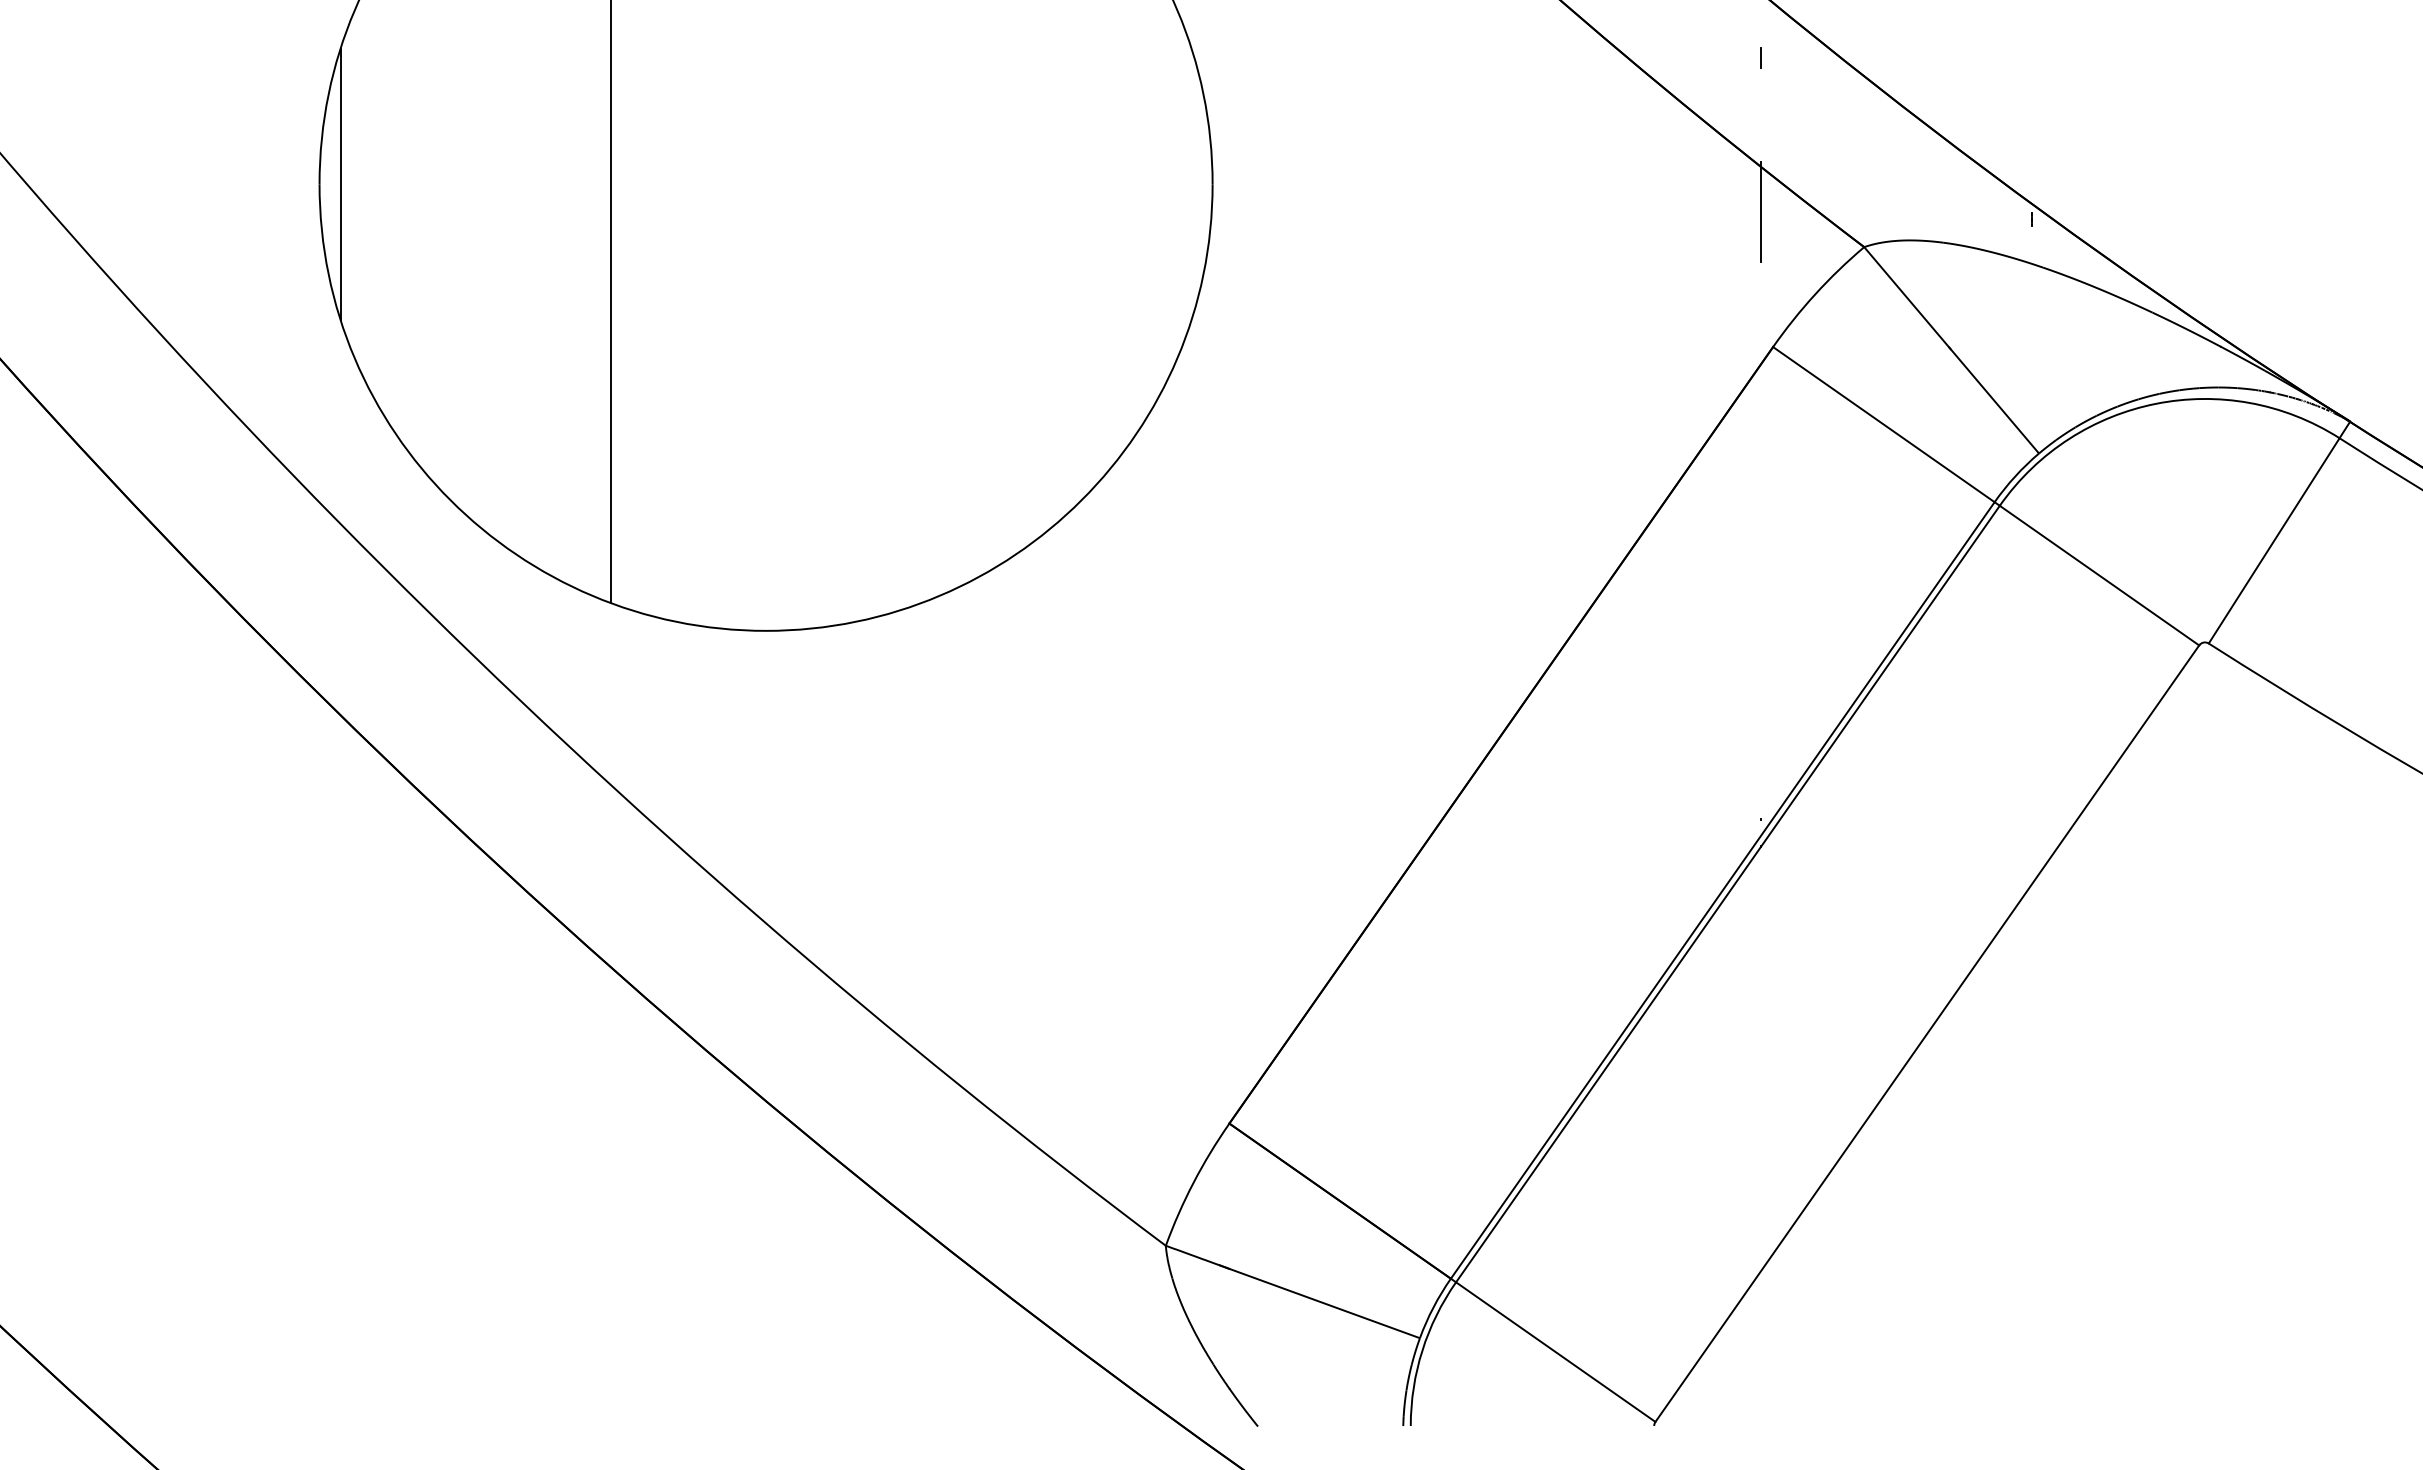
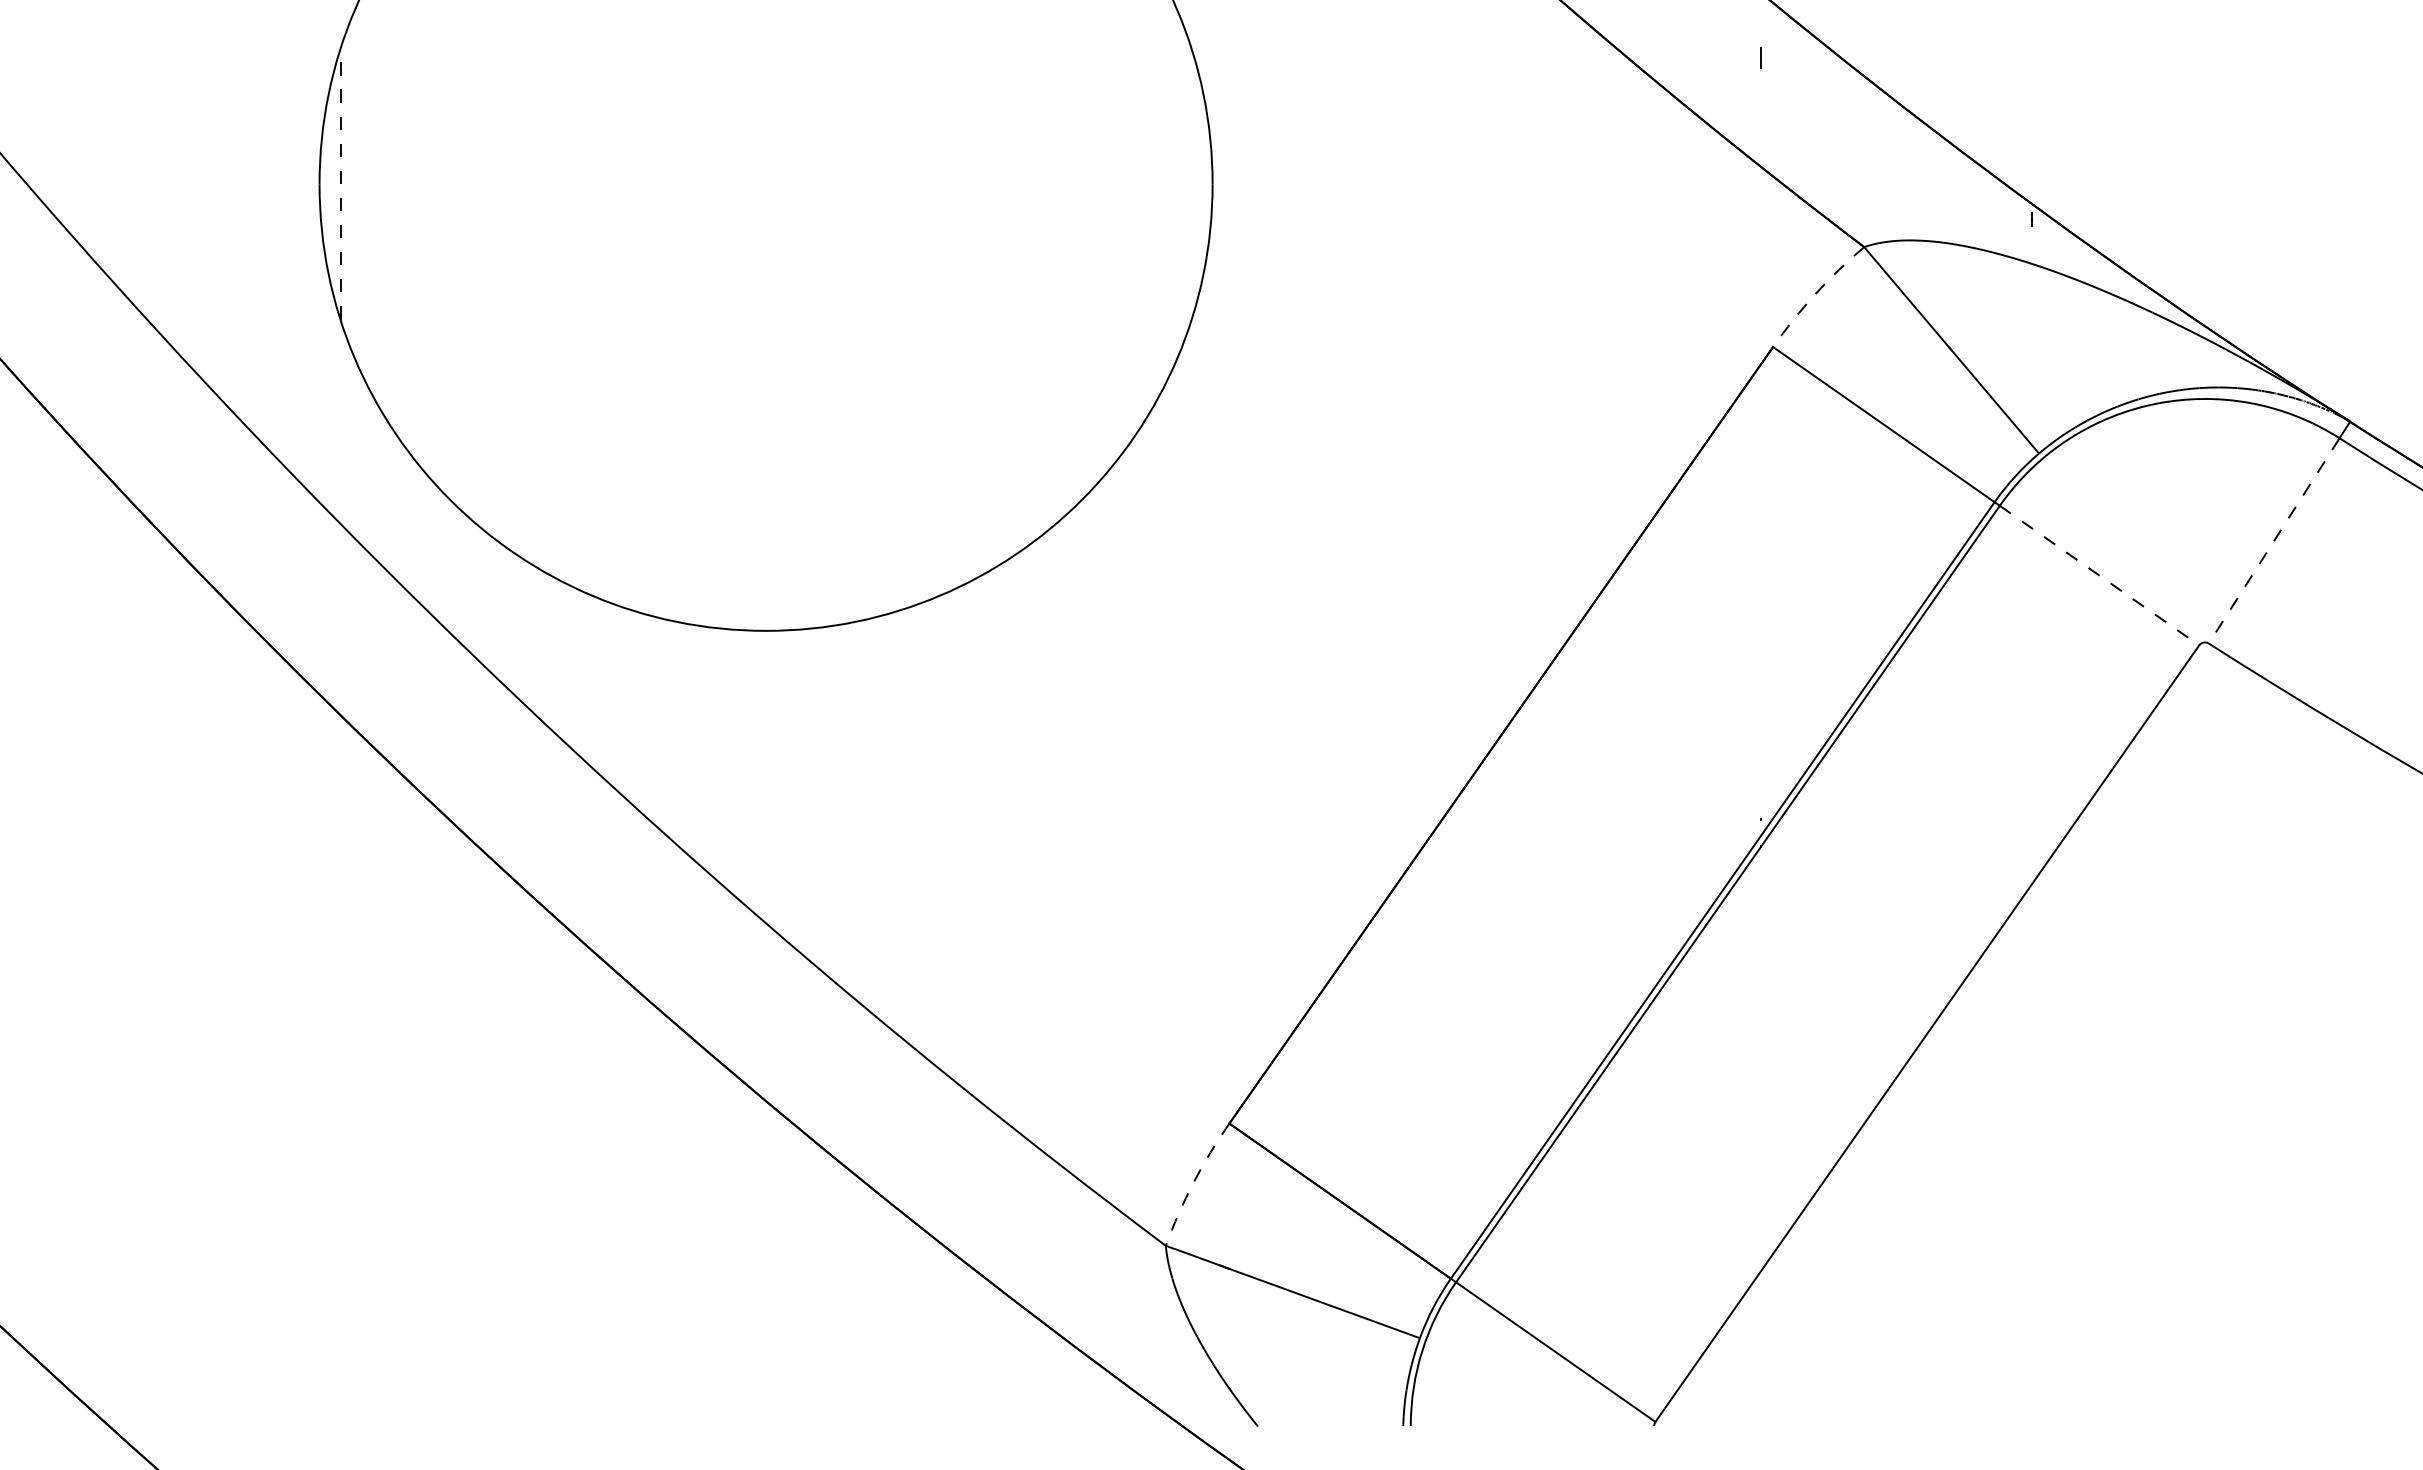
line at (340, 183): solid -> dashed
line at (1761, 211): present -> none
arc at (1815, 294): solid -> dashed
line at (611, 302): present -> none
line at (2274, 540): solid -> dashed
line at (2099, 575): solid -> dashed
arc at (1193, 1182): solid -> dashed
